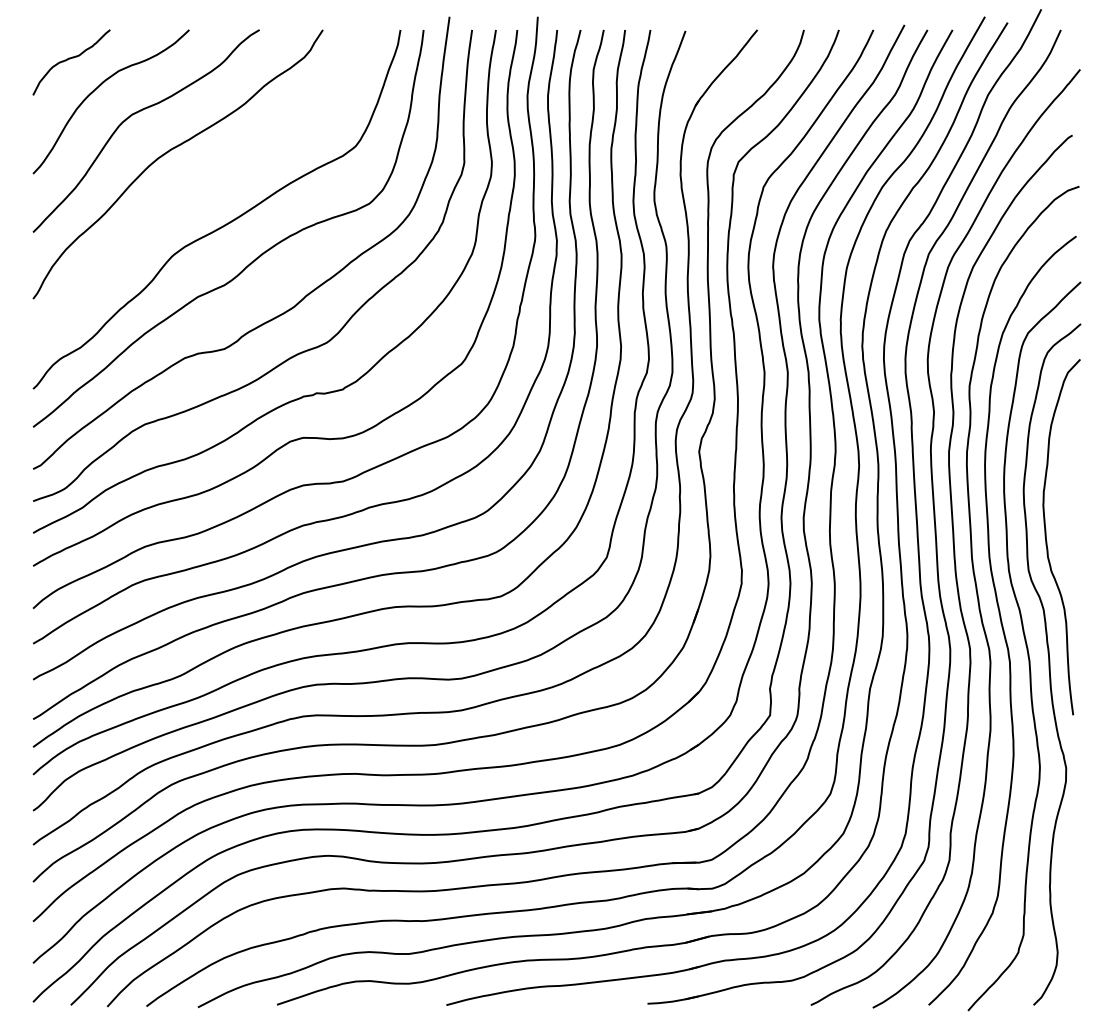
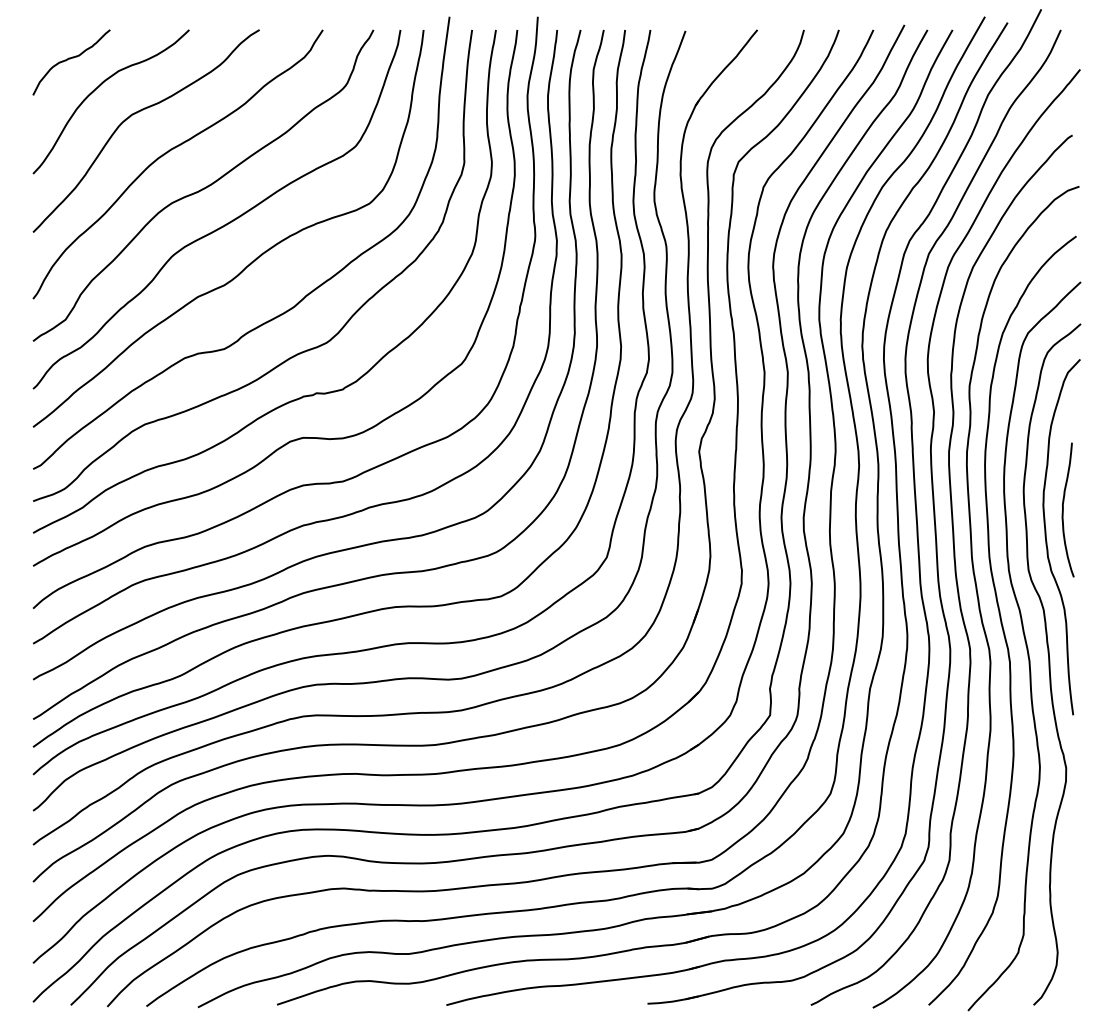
curve at (203, 187): none -> present
curve at (1063, 509): none -> present
